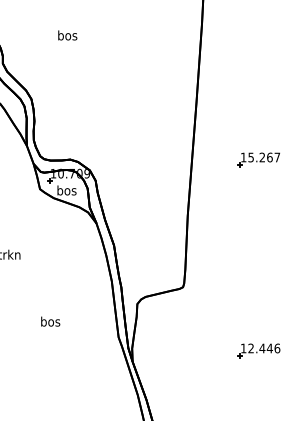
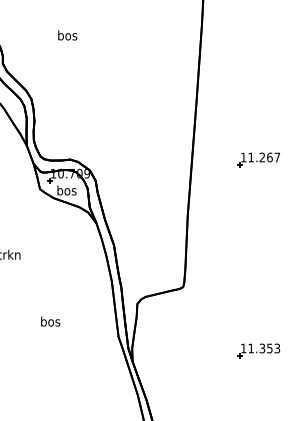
text at (250, 157): 15.267 -> 11.267
text at (264, 348): 12.446 -> 11.353
